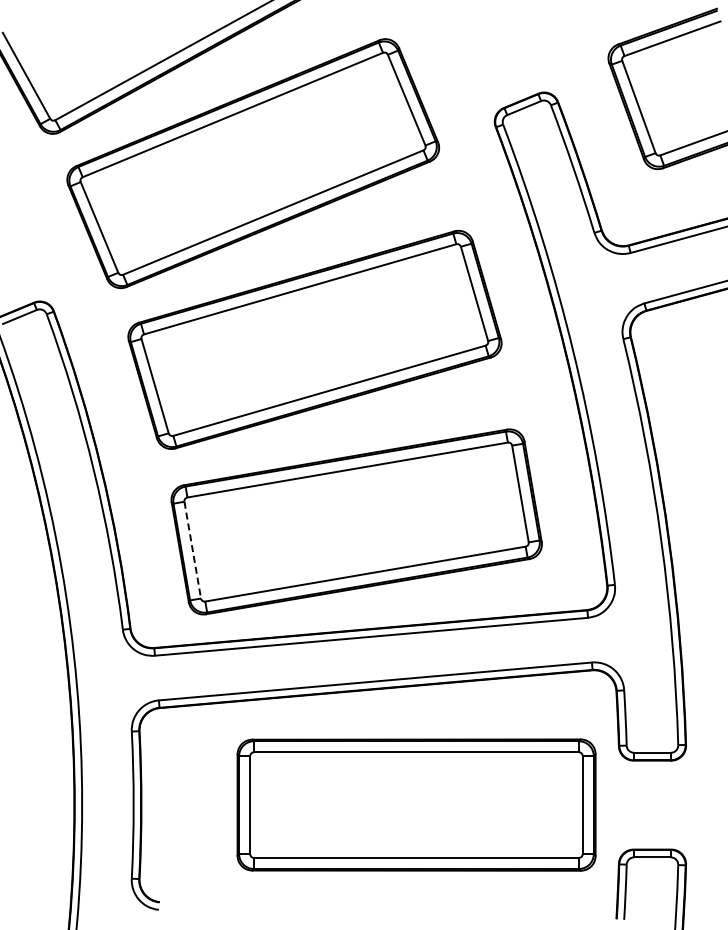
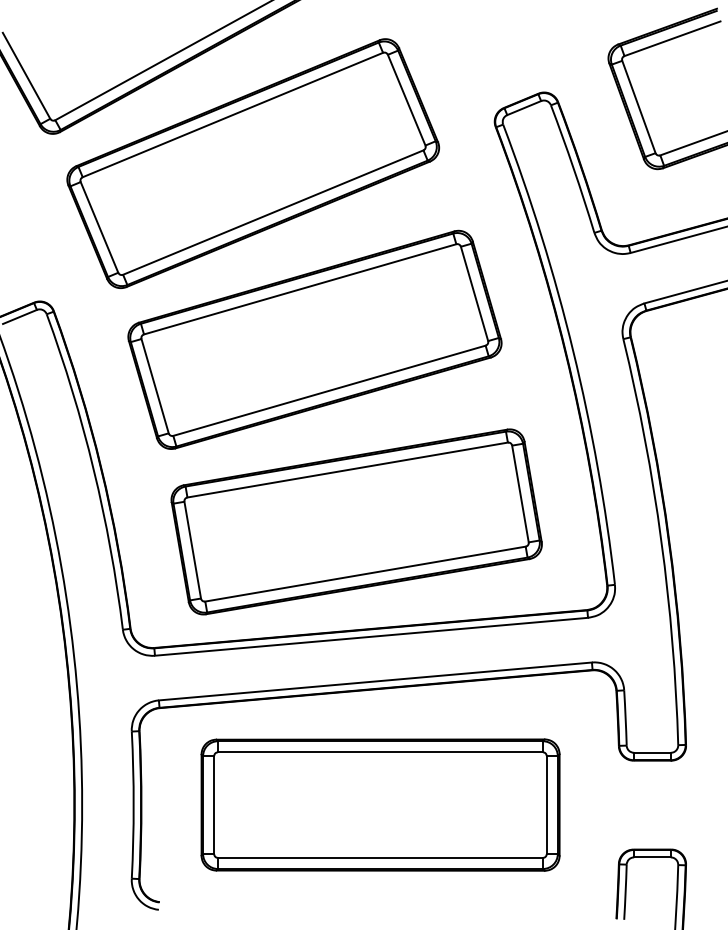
line at (192, 550): dashed -> solid
part at (416, 804) position: (416, 804) -> (380, 804)
